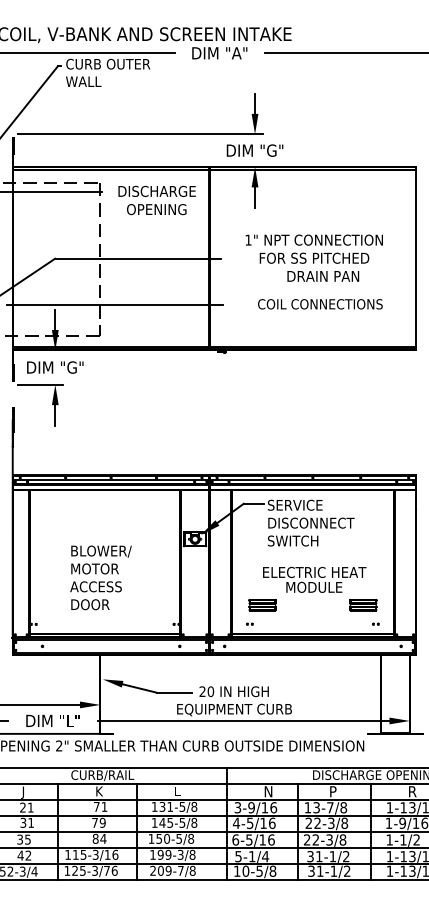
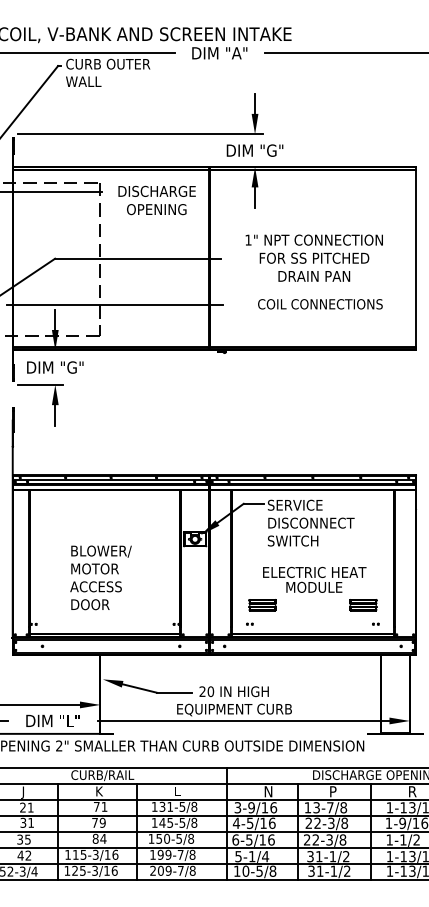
text at (323, 276) position: (323, 276) -> (314, 276)
text at (180, 854): 199-3/8 -> 199-7/8
text at (106, 870): 125-3/76 -> 125-3/16
